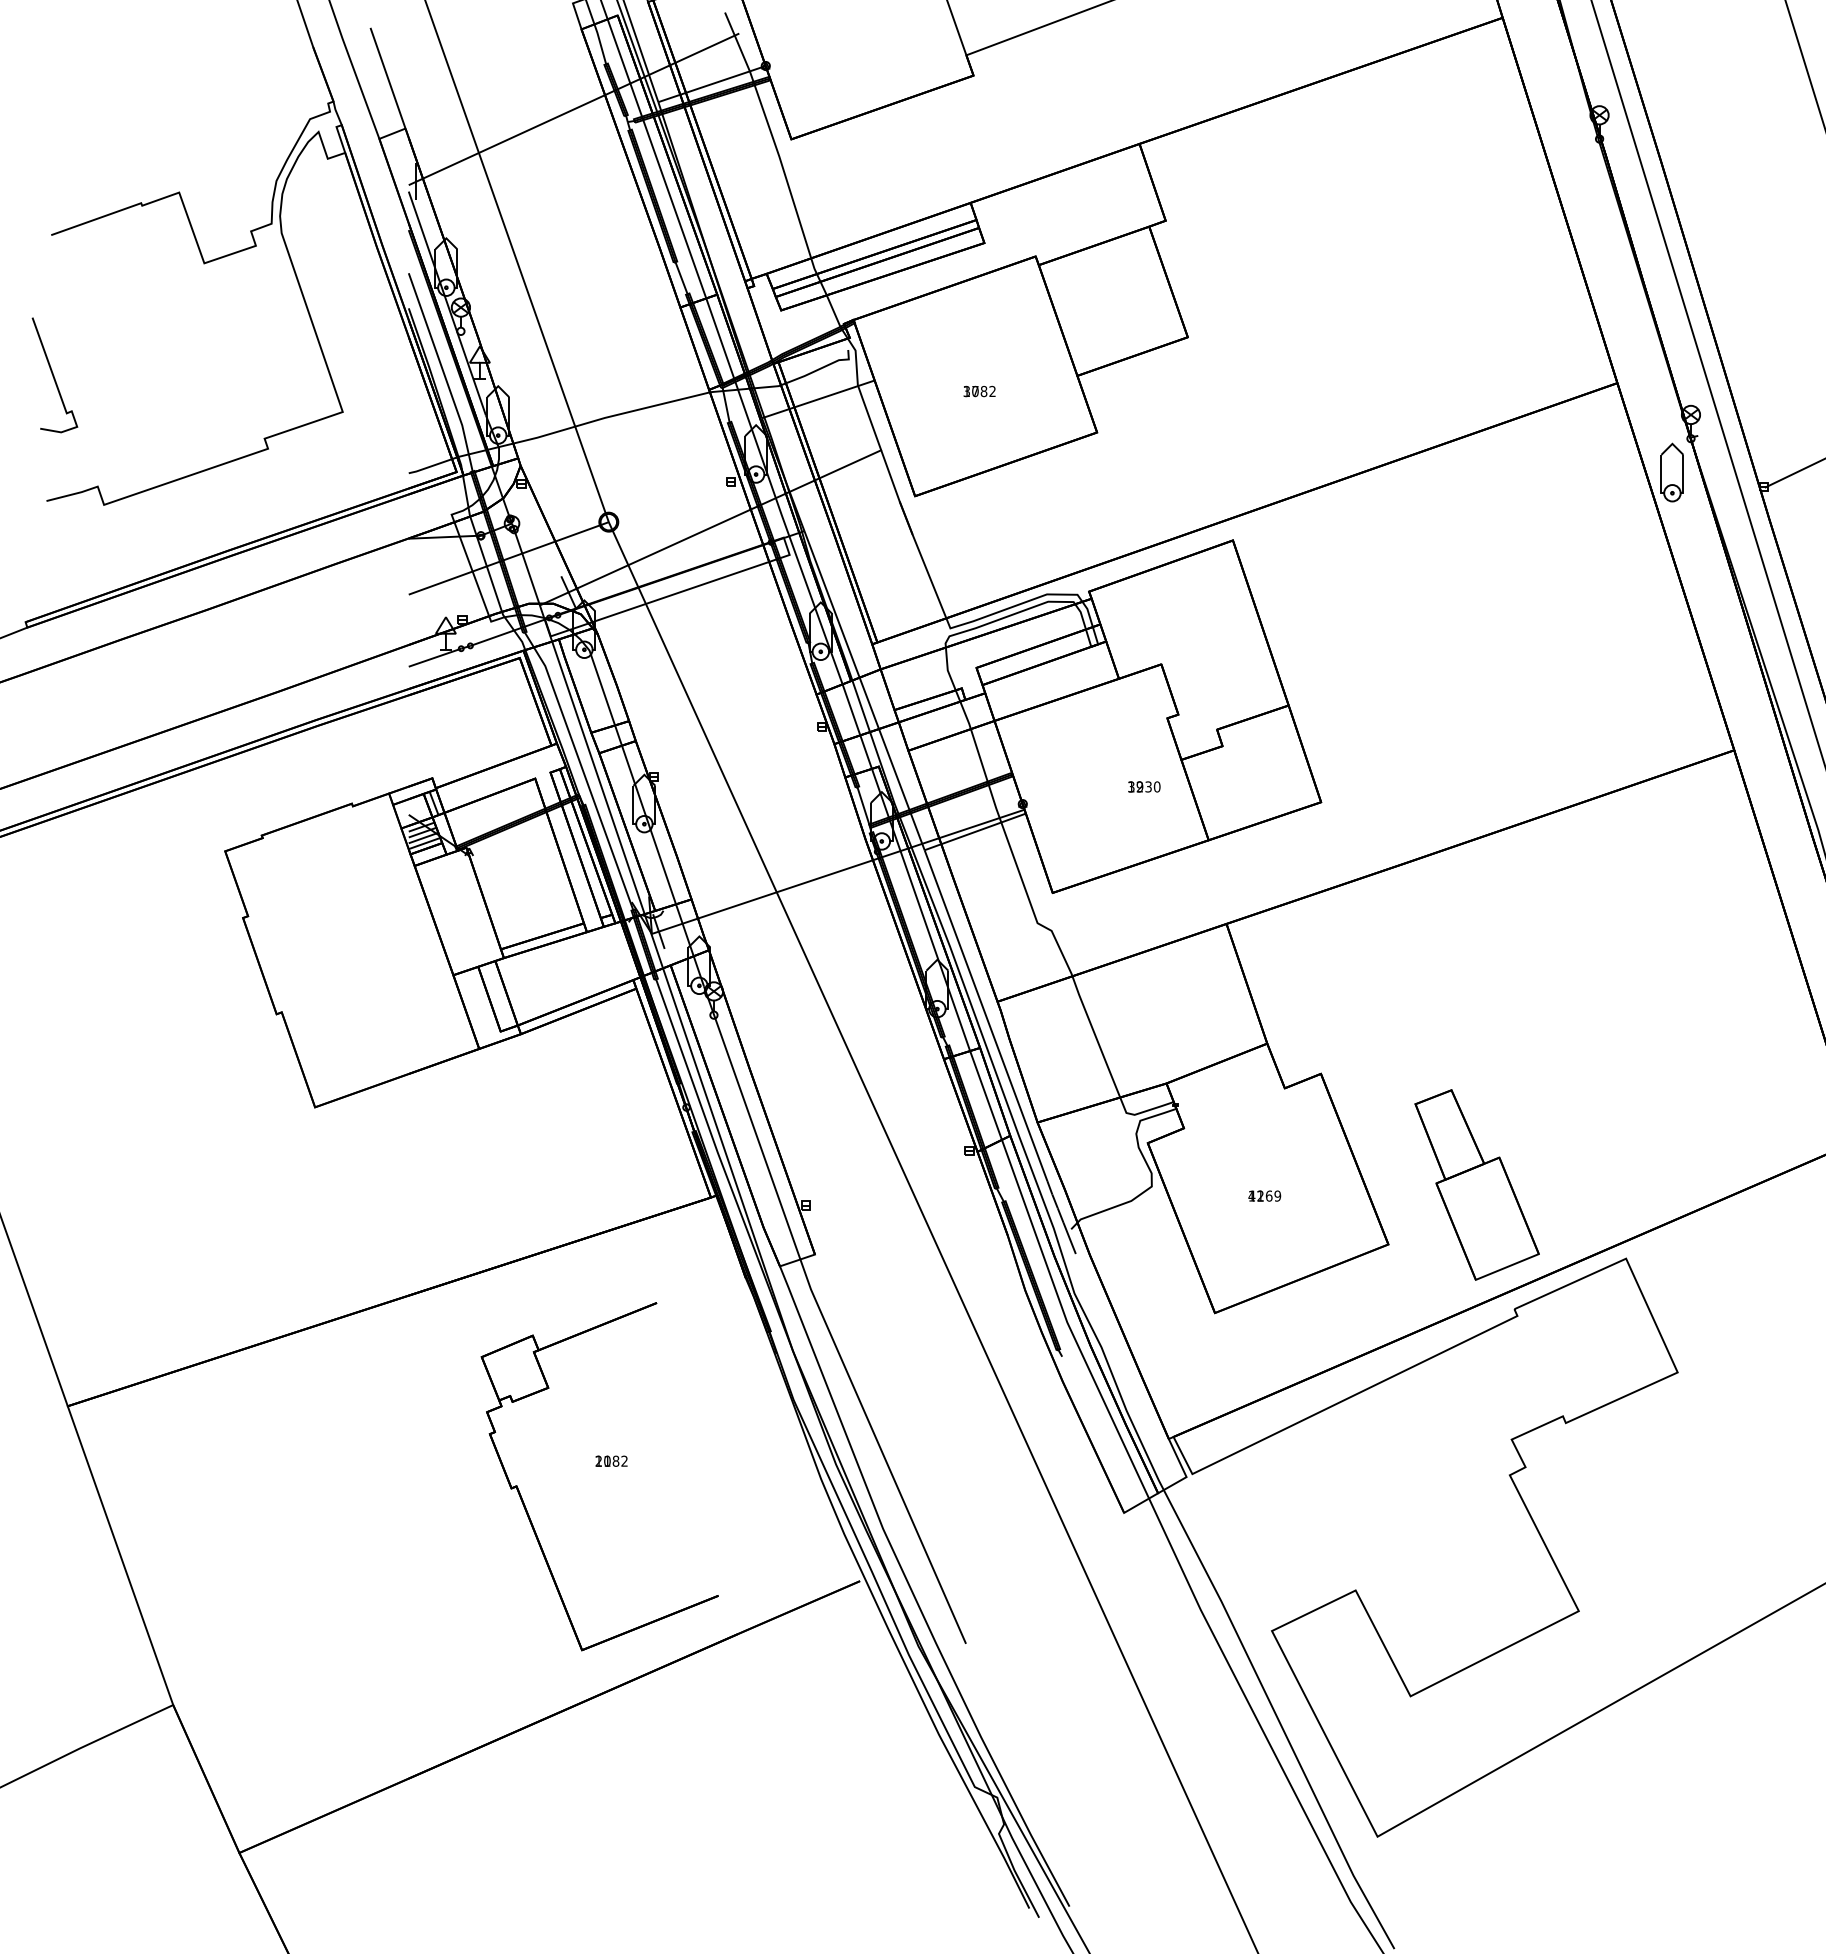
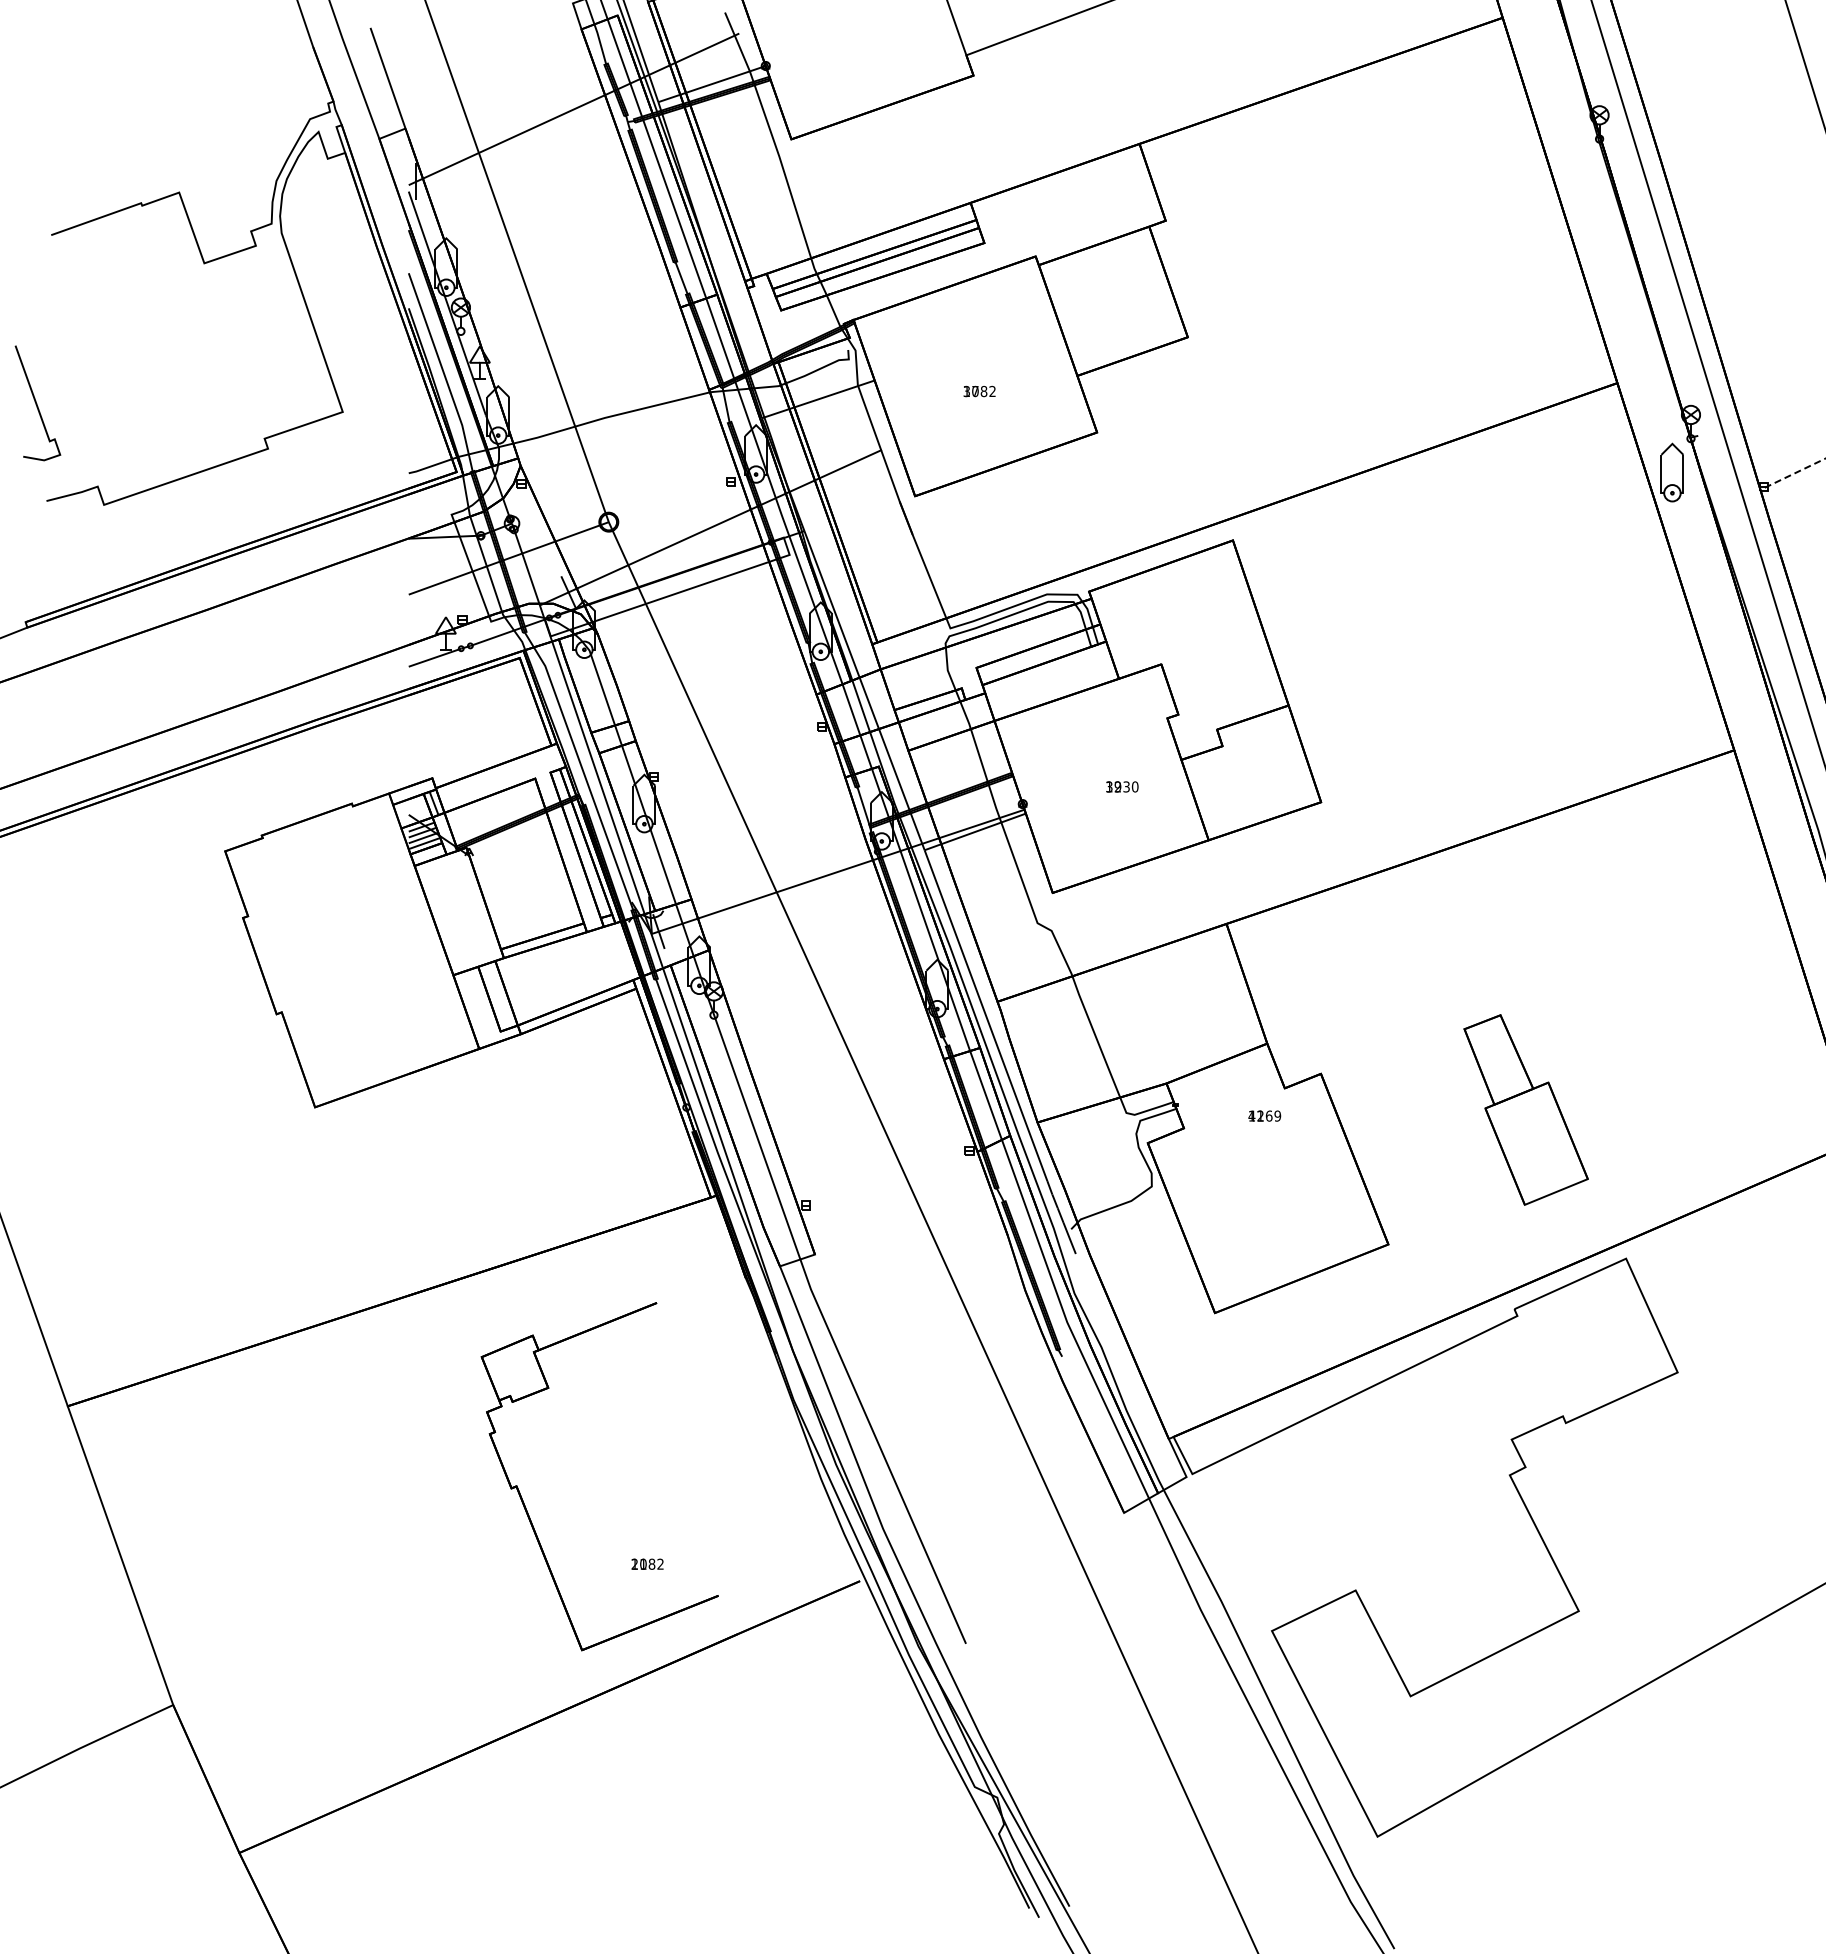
curve at (54, 375) position: (54, 375) -> (37, 403)
line at (1795, 473): solid -> dashed
text at (1144, 786) position: (1144, 786) -> (1122, 786)
part at (1476, 1184) position: (1476, 1184) -> (1525, 1109)
text at (1264, 1195) position: (1264, 1195) -> (1264, 1115)
text at (611, 1460) position: (611, 1460) -> (647, 1563)
